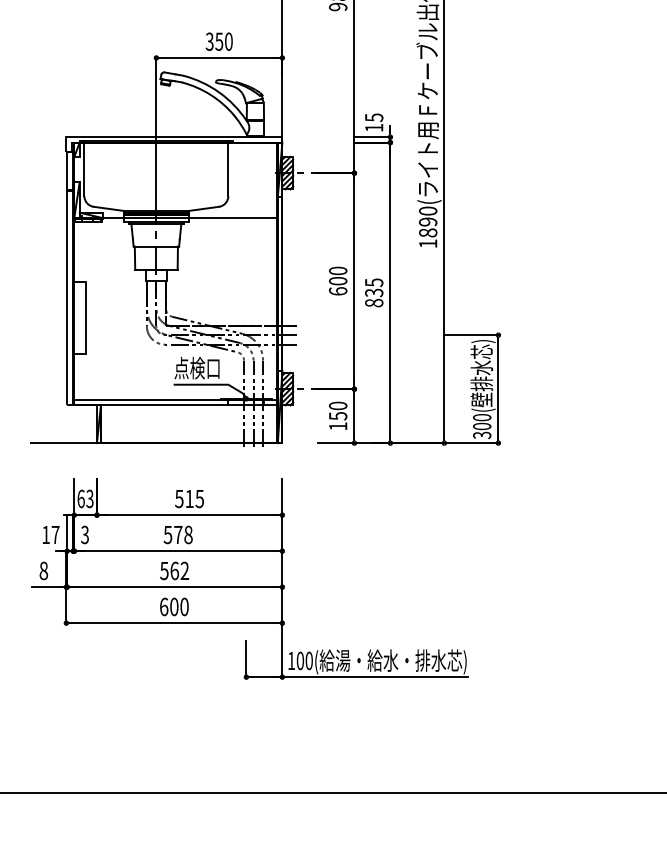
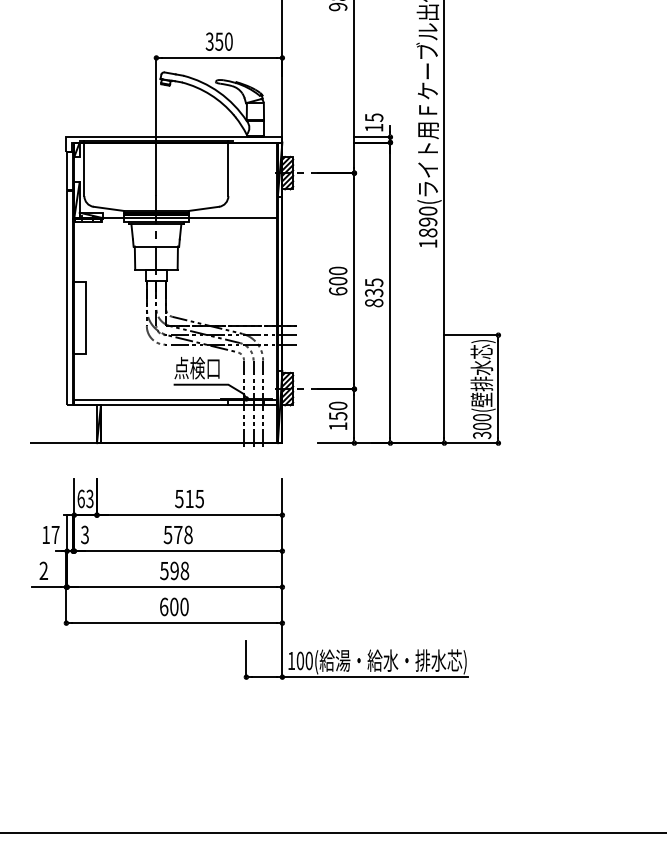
text at (43, 570): 8 -> 2
text at (179, 570): 562 -> 598
line at (332, 793) position: (332, 793) -> (332, 833)
